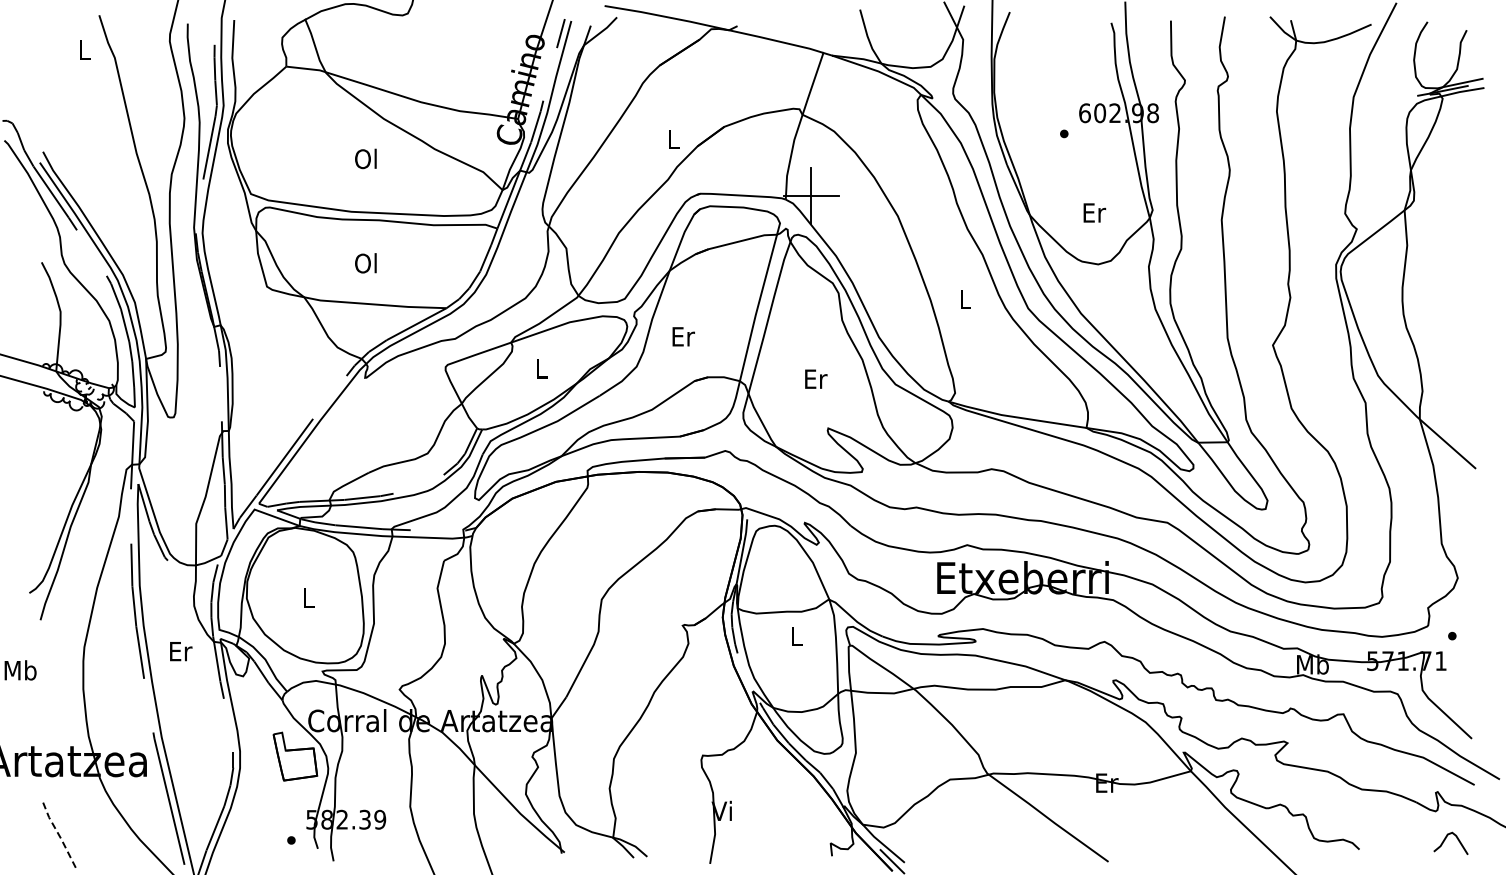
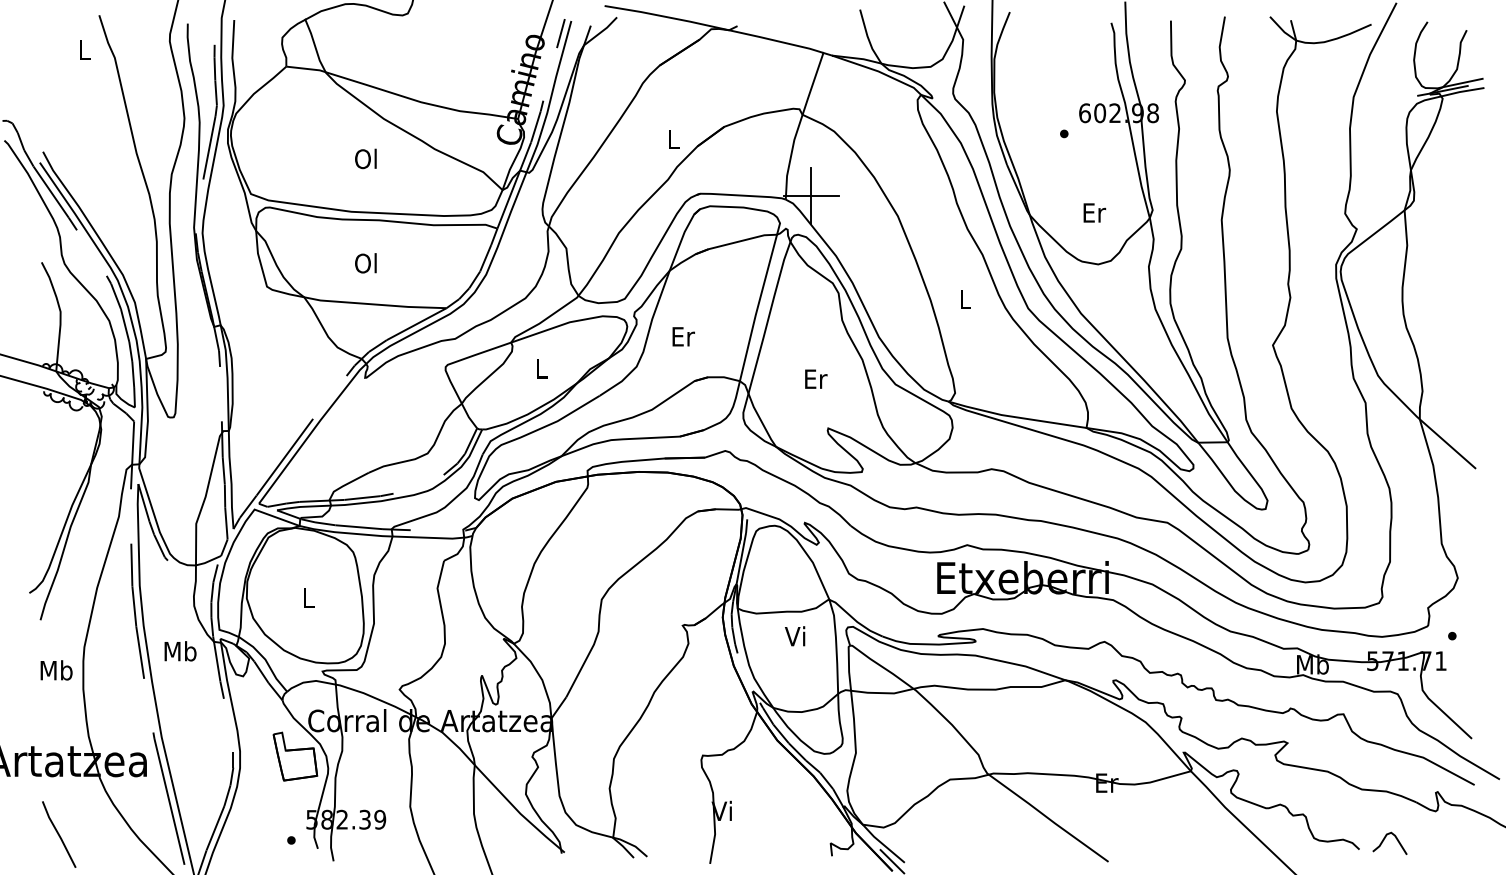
text at (794, 636): L -> Vi
text at (180, 651): Er -> Mb
text at (20, 670) position: (20, 670) -> (56, 670)
line at (58, 834): dashed -> solid
curve at (1445, 840) position: (1445, 840) -> (1384, 840)
